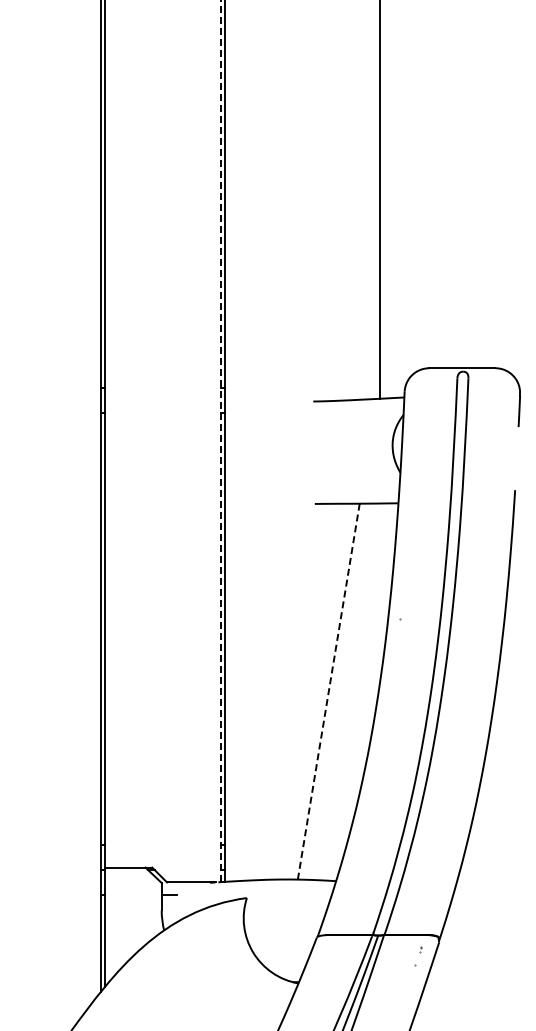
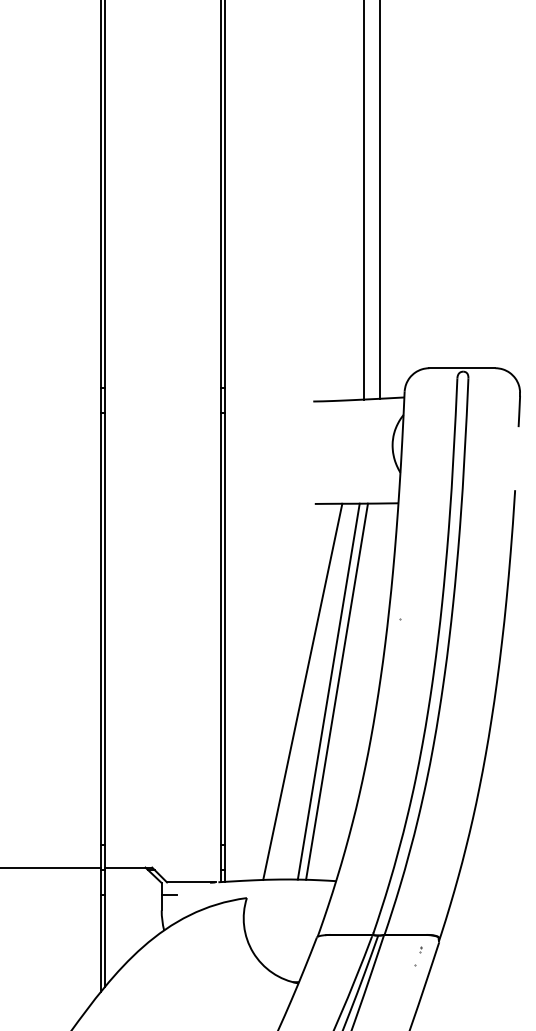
line at (364, 200): none -> present
line at (220, 441): dashed -> solid
line at (302, 691): none -> present
line at (336, 691): none -> present
line at (328, 692): dashed -> solid
line at (51, 867): none -> present
